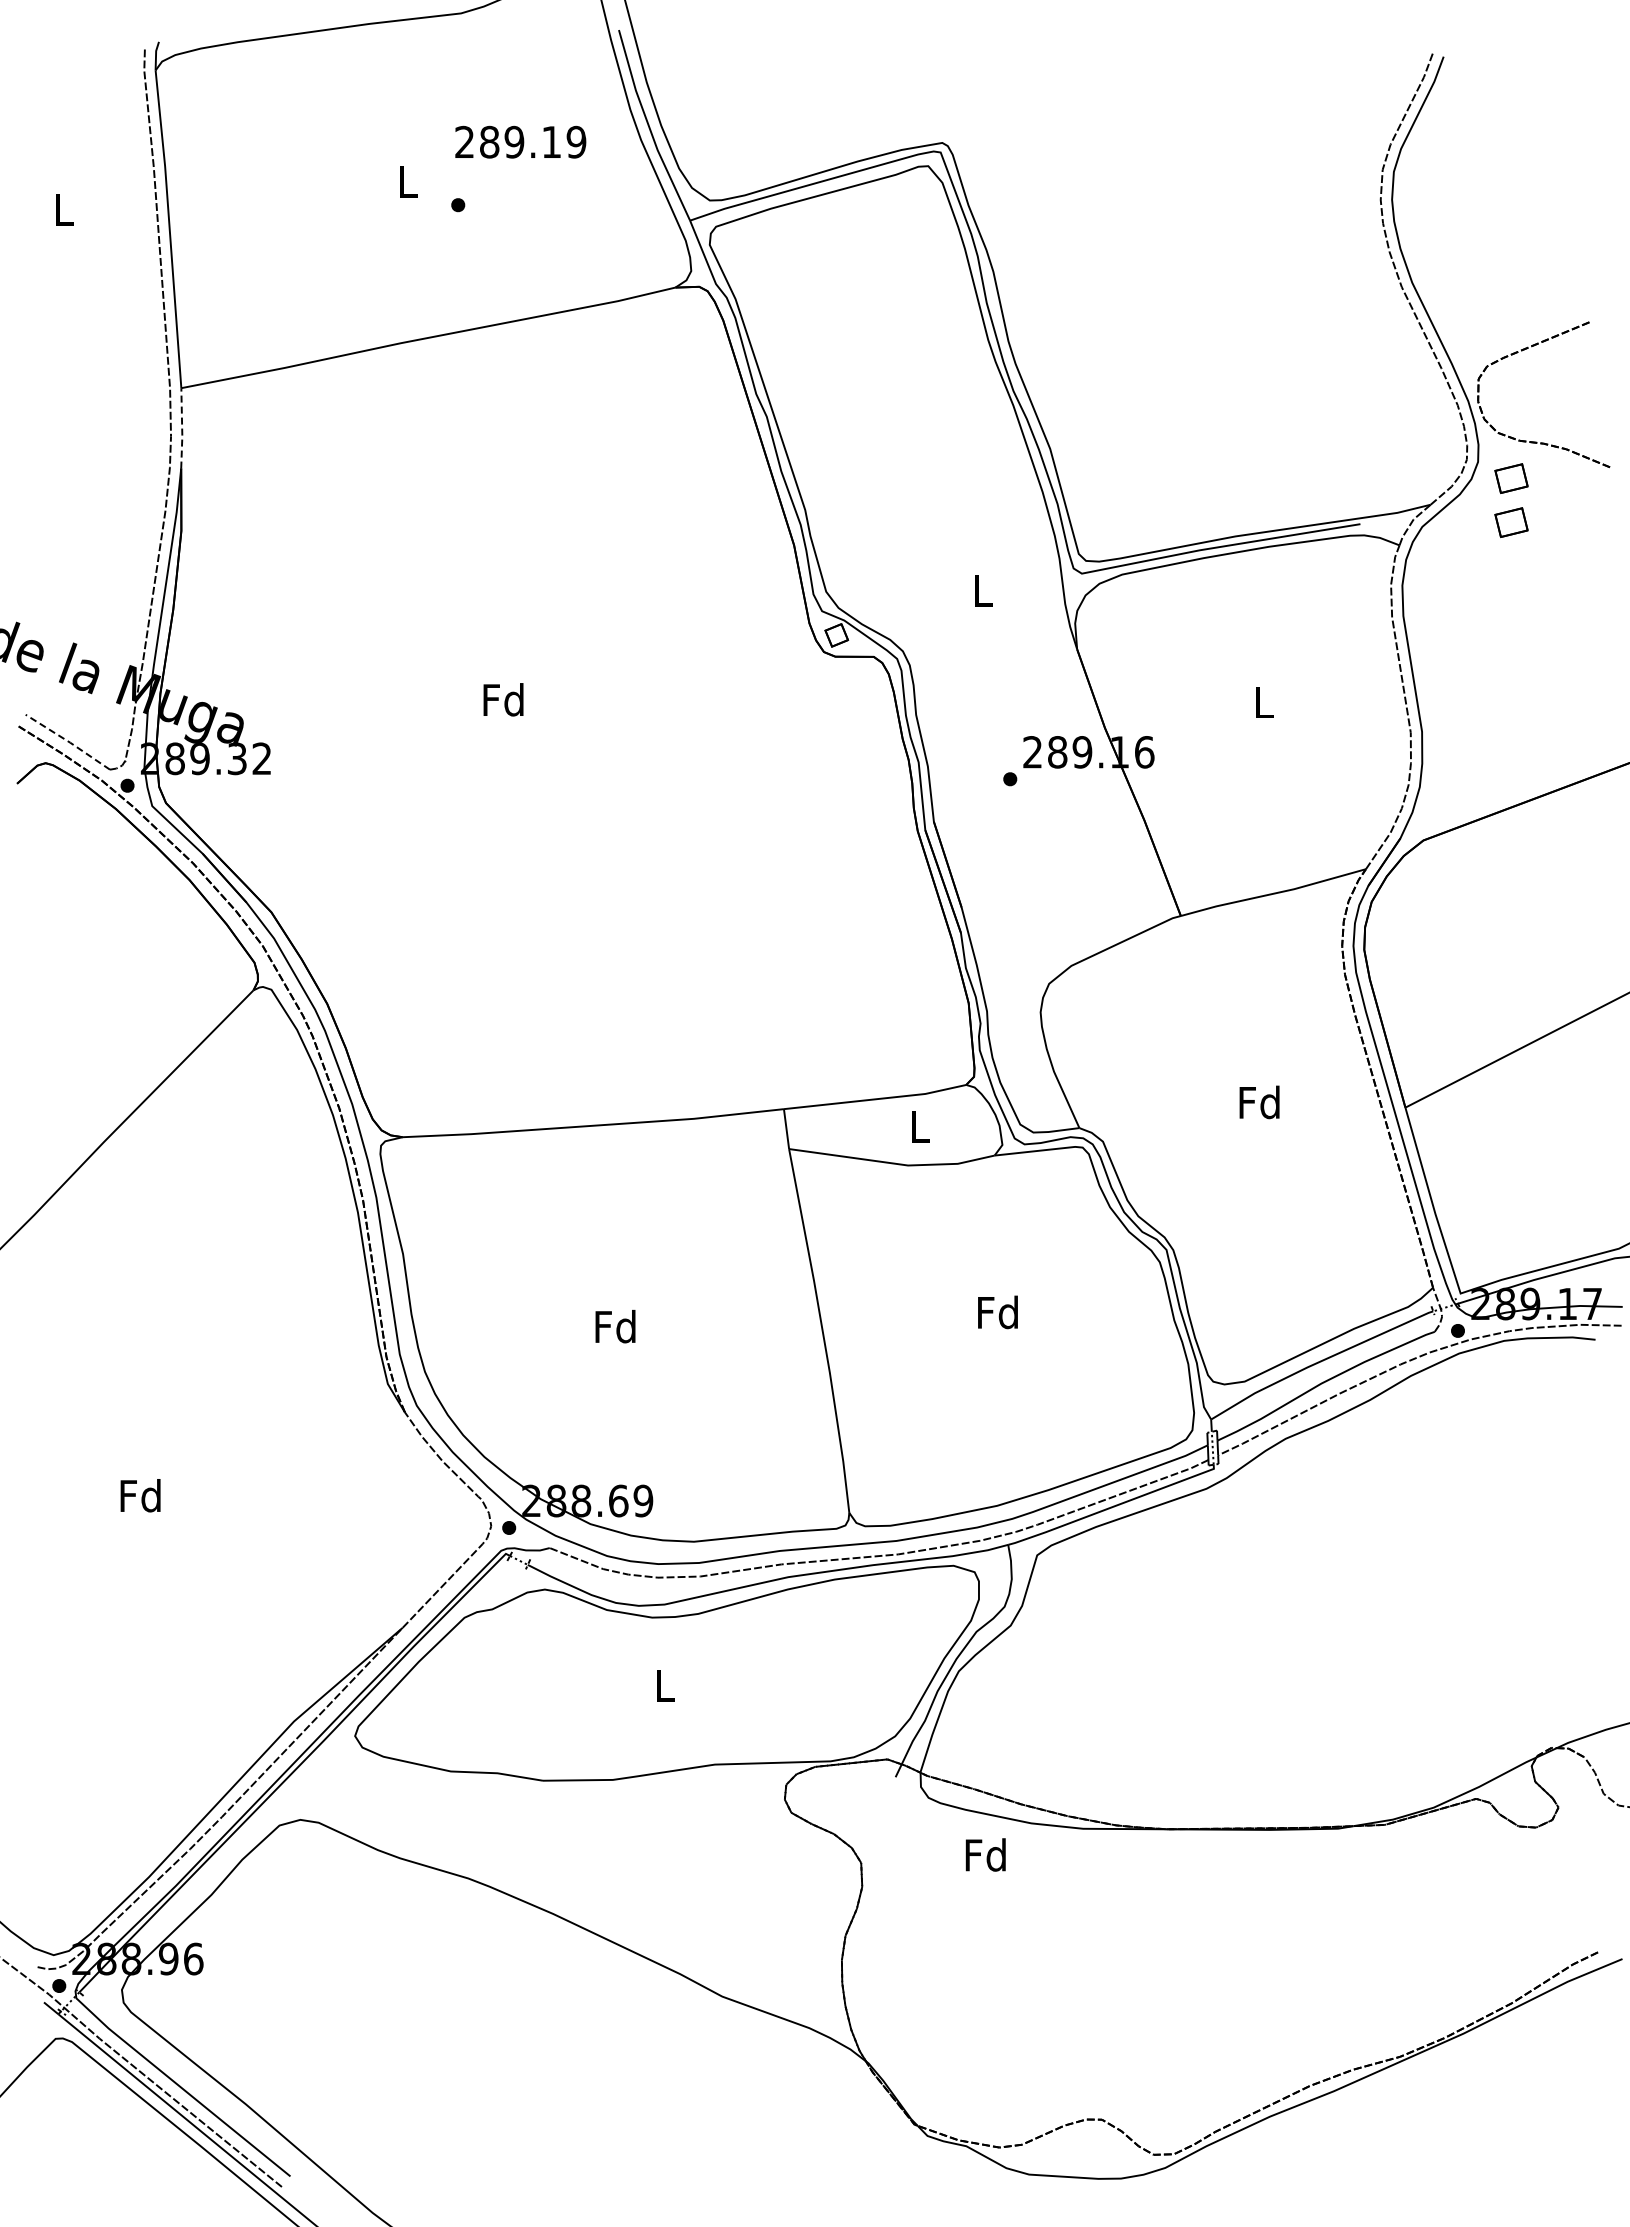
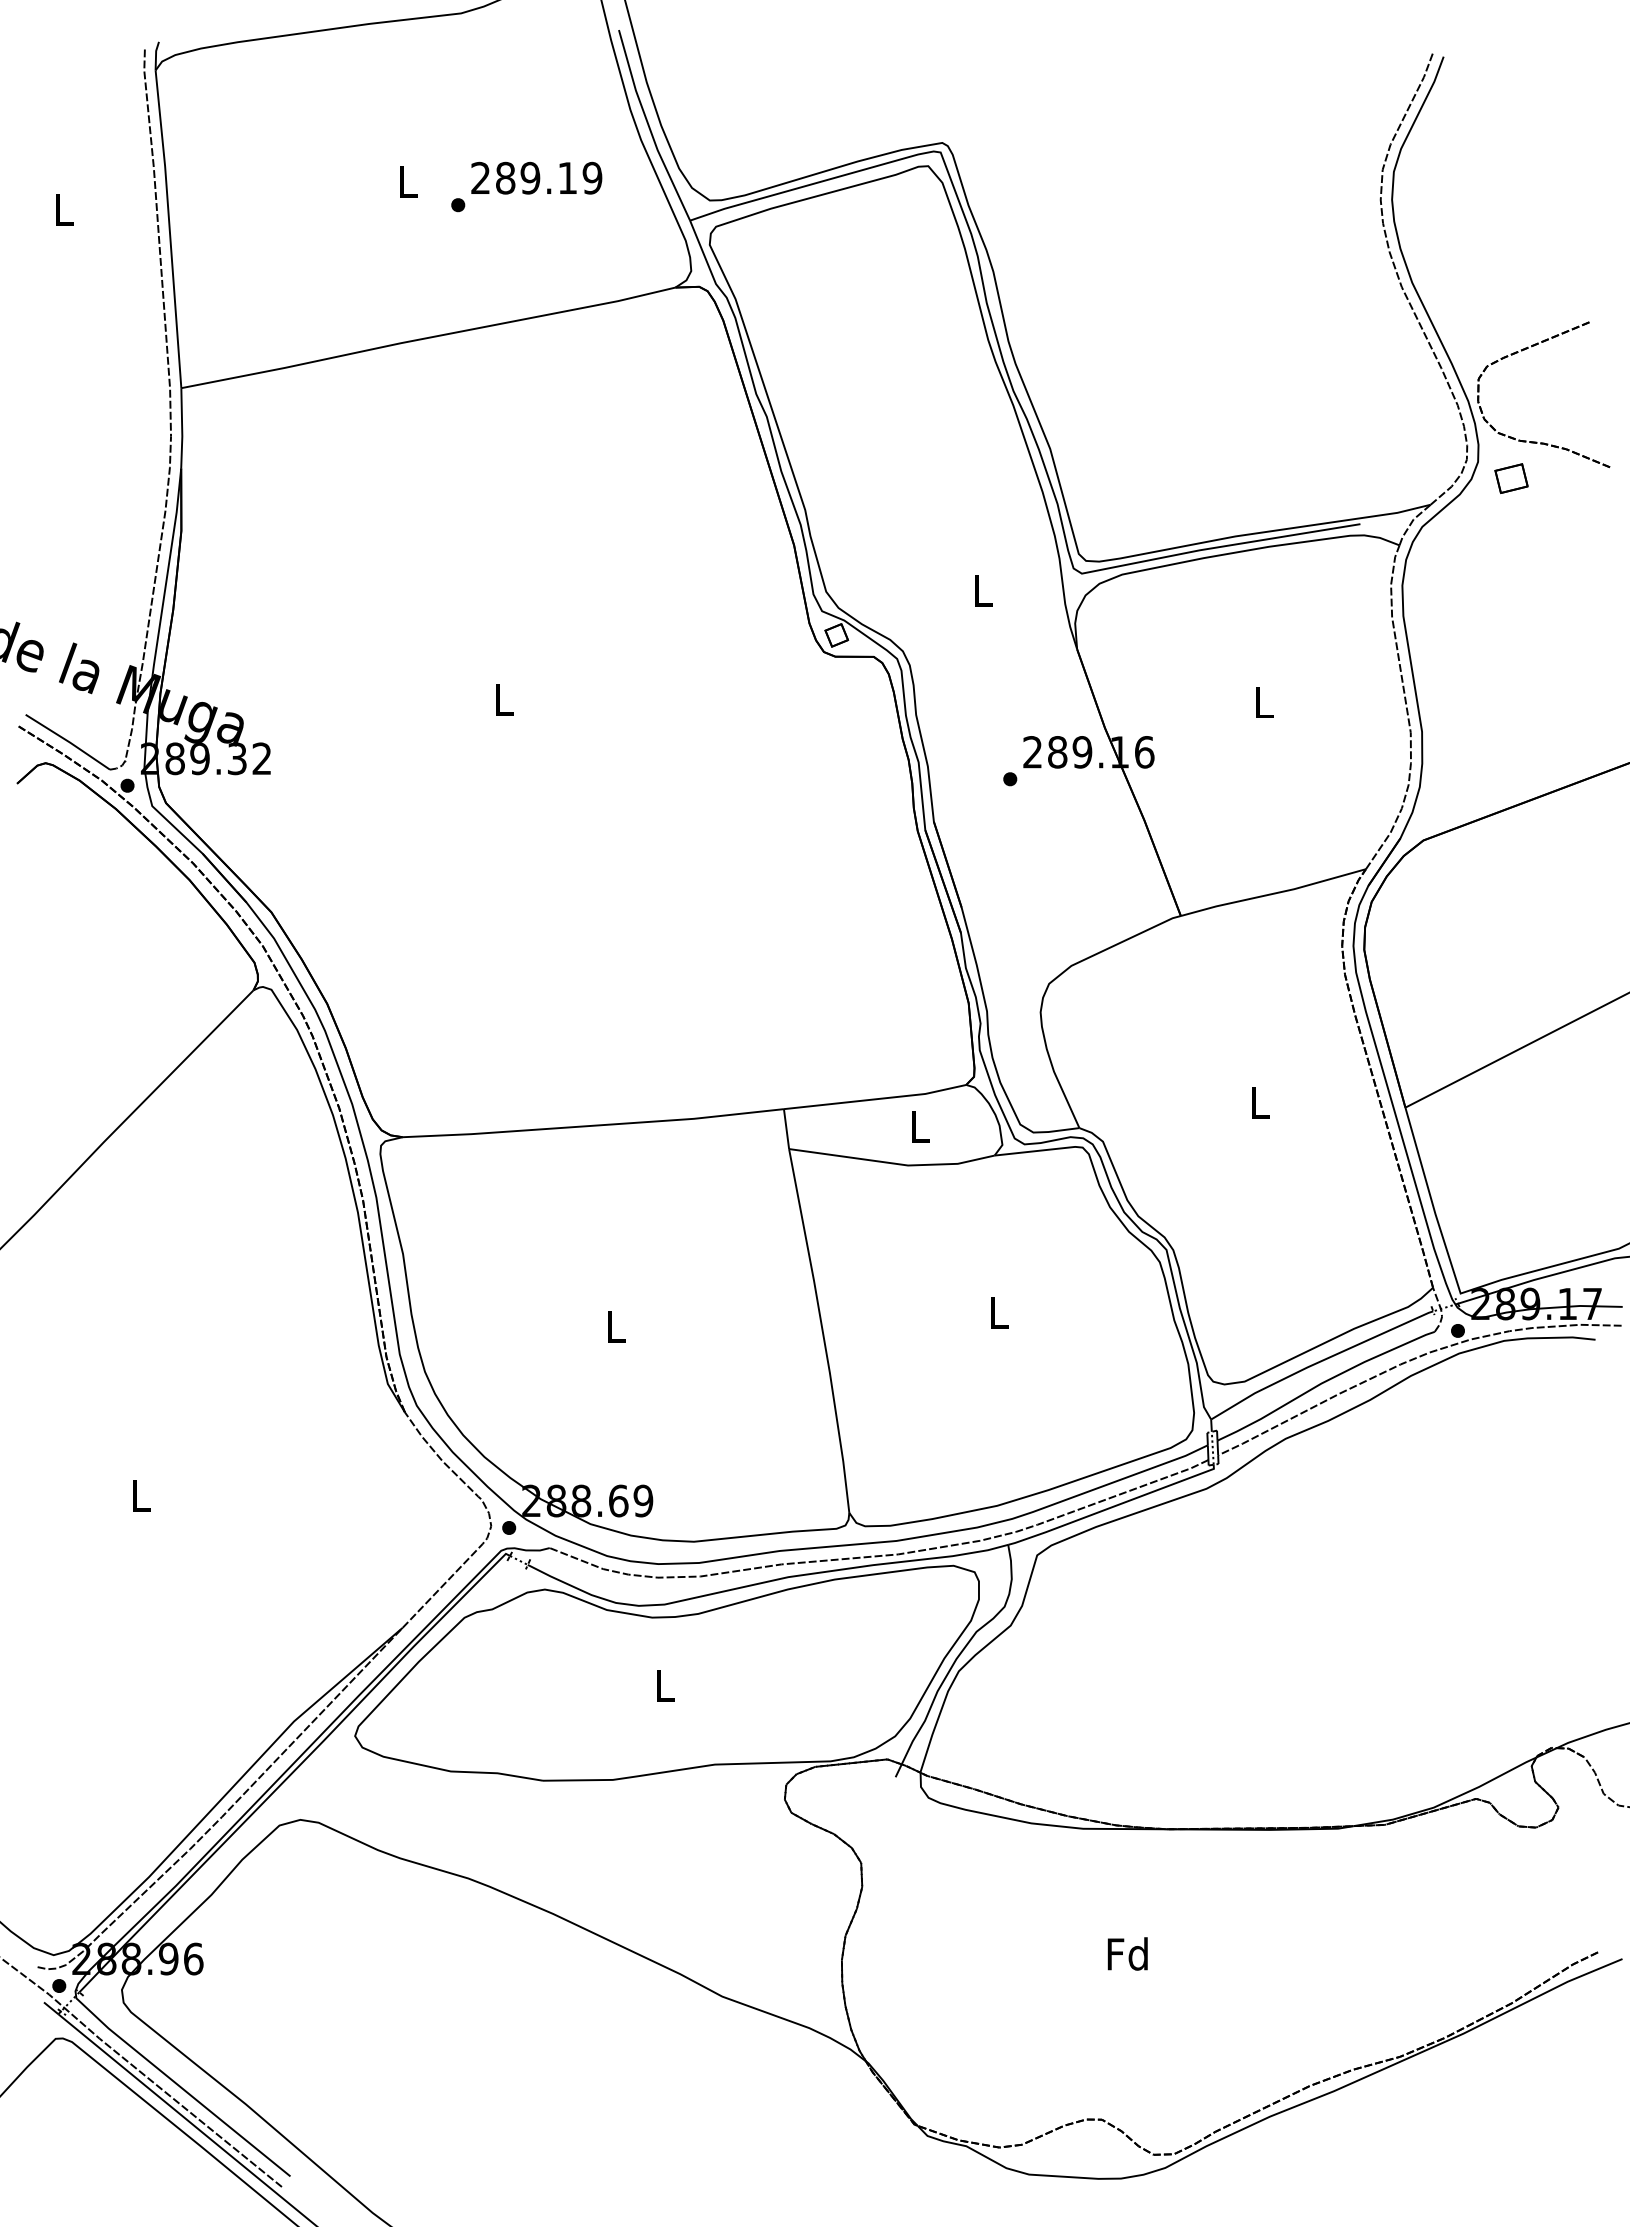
text at (520, 141) position: (520, 141) -> (536, 177)
line at (182, 428): dashed -> solid
part at (1511, 522): present -> none
text at (503, 699): Fd -> L
line at (68, 741): dashed -> solid
text at (1259, 1102): Fd -> L
text at (997, 1312): Fd -> L
text at (615, 1326): Fd -> L
text at (140, 1495): Fd -> L
text at (985, 1854) position: (985, 1854) -> (1127, 1953)
